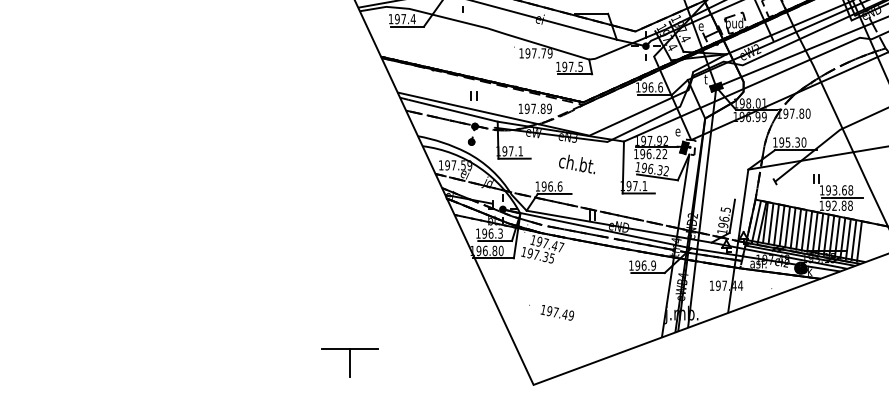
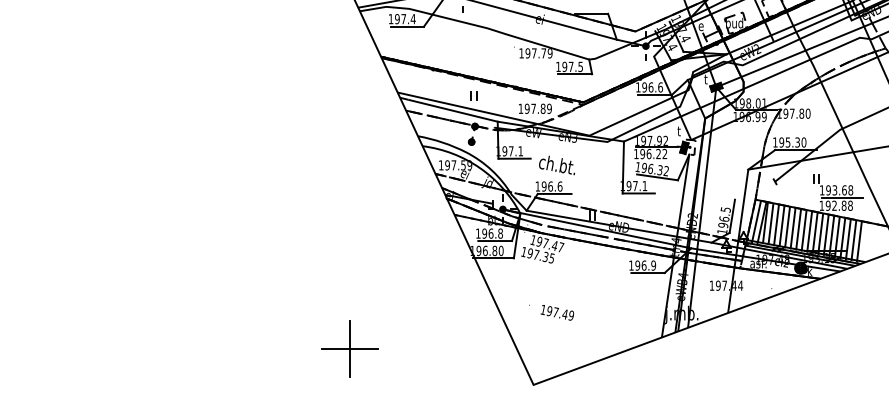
text at (677, 131): e -> t
text at (577, 164) position: (577, 164) -> (557, 165)
text at (500, 233): 196.3 -> 196.8
line at (349, 335): none -> present
